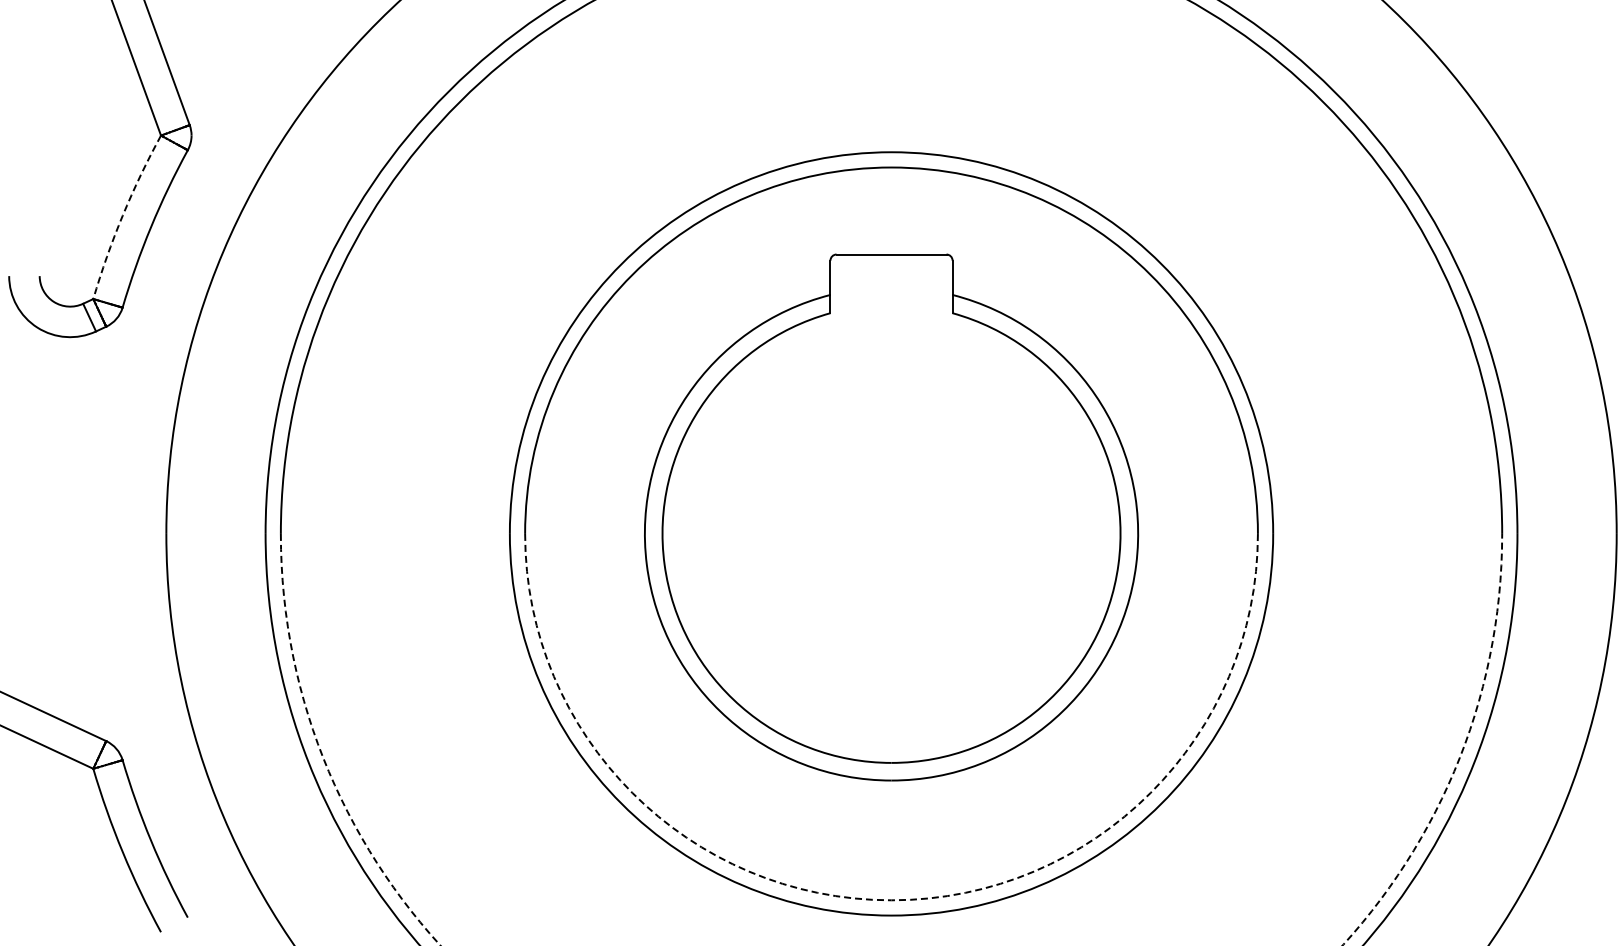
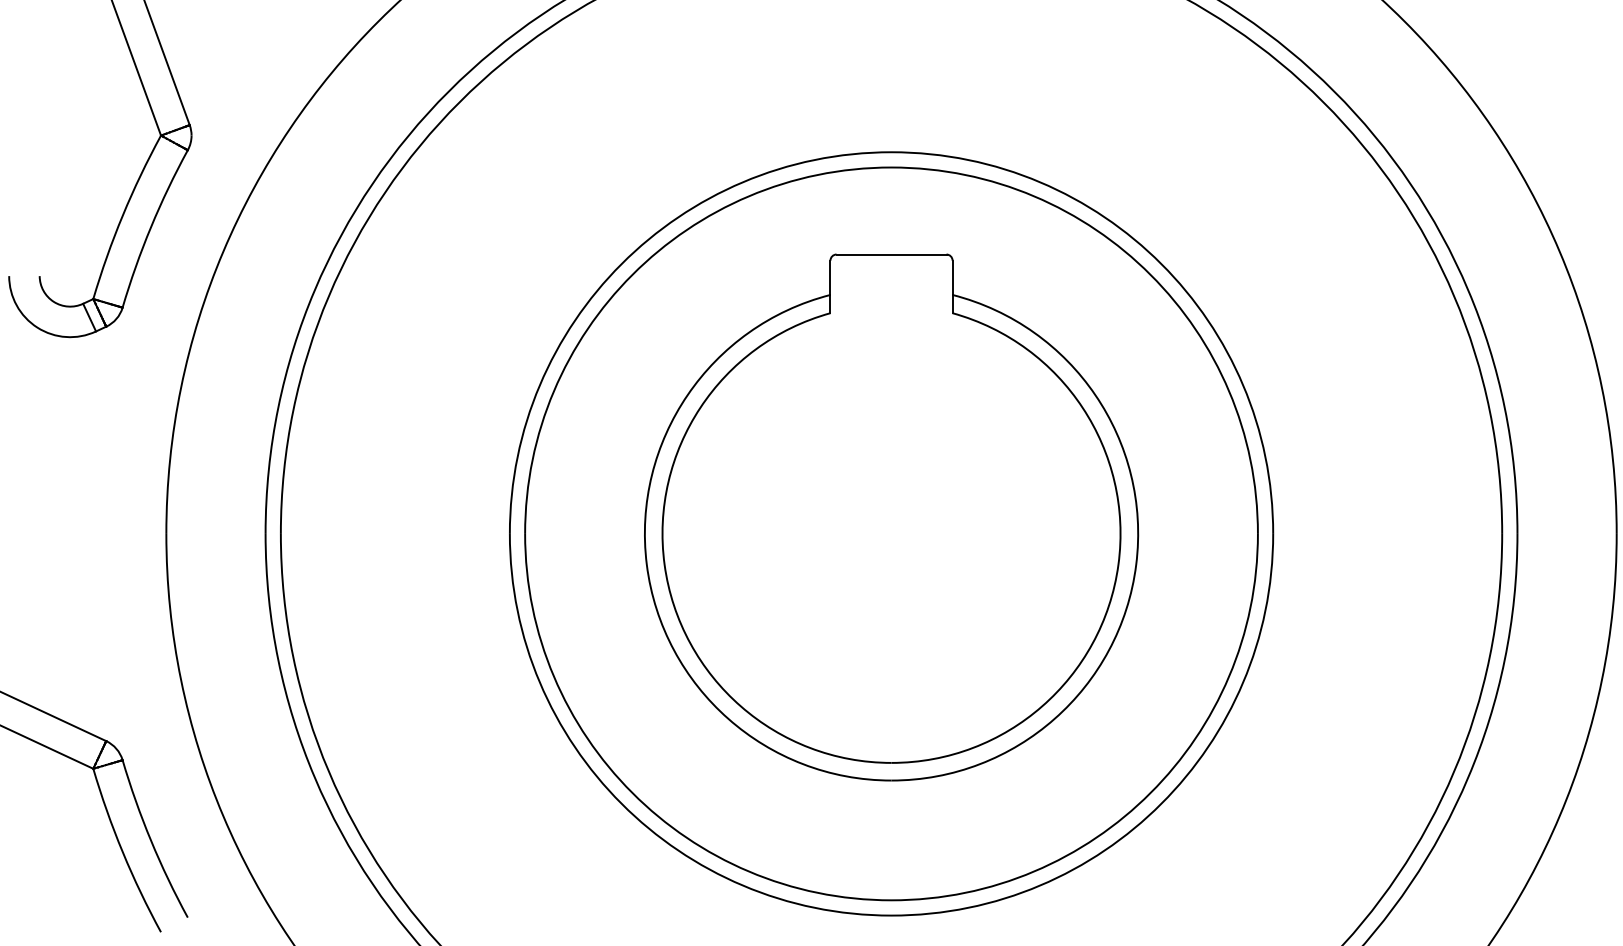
arc at (122, 215): dashed -> solid
arc at (891, 900): dashed -> solid
arc at (1342, 945): dashed -> solid
